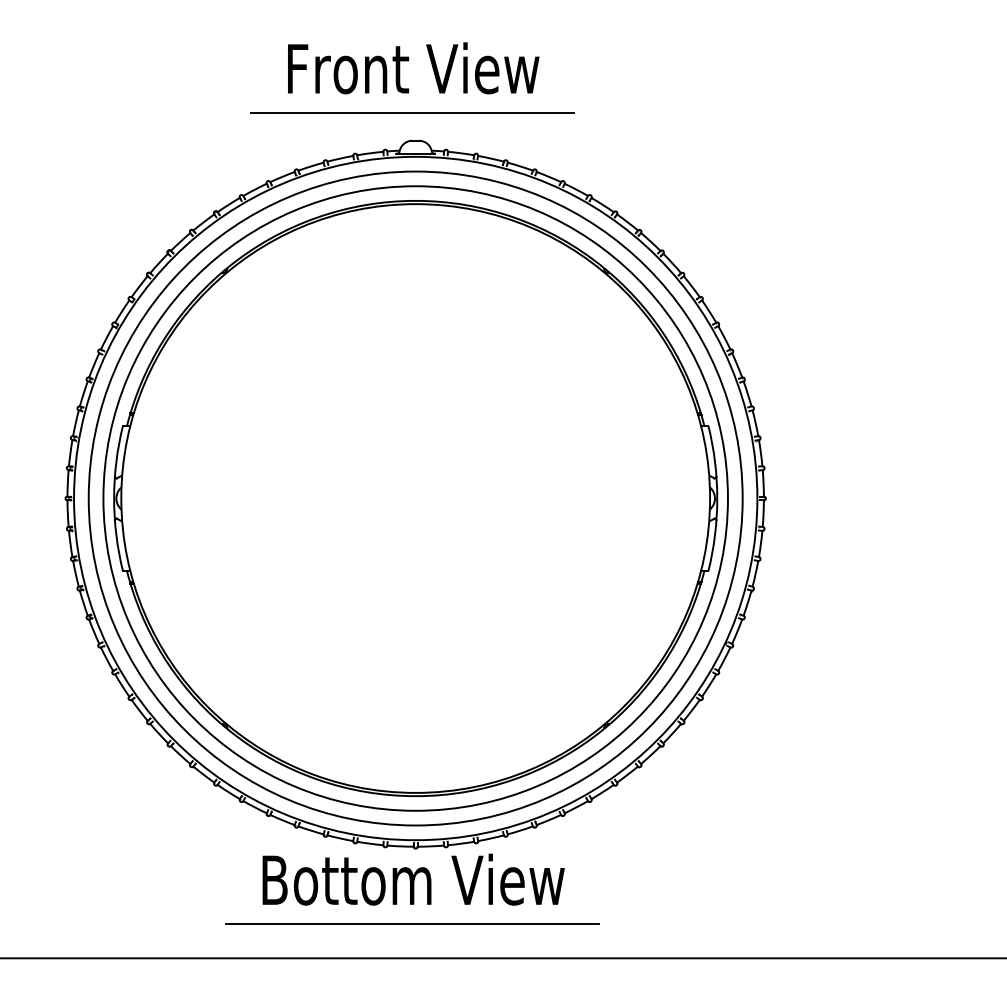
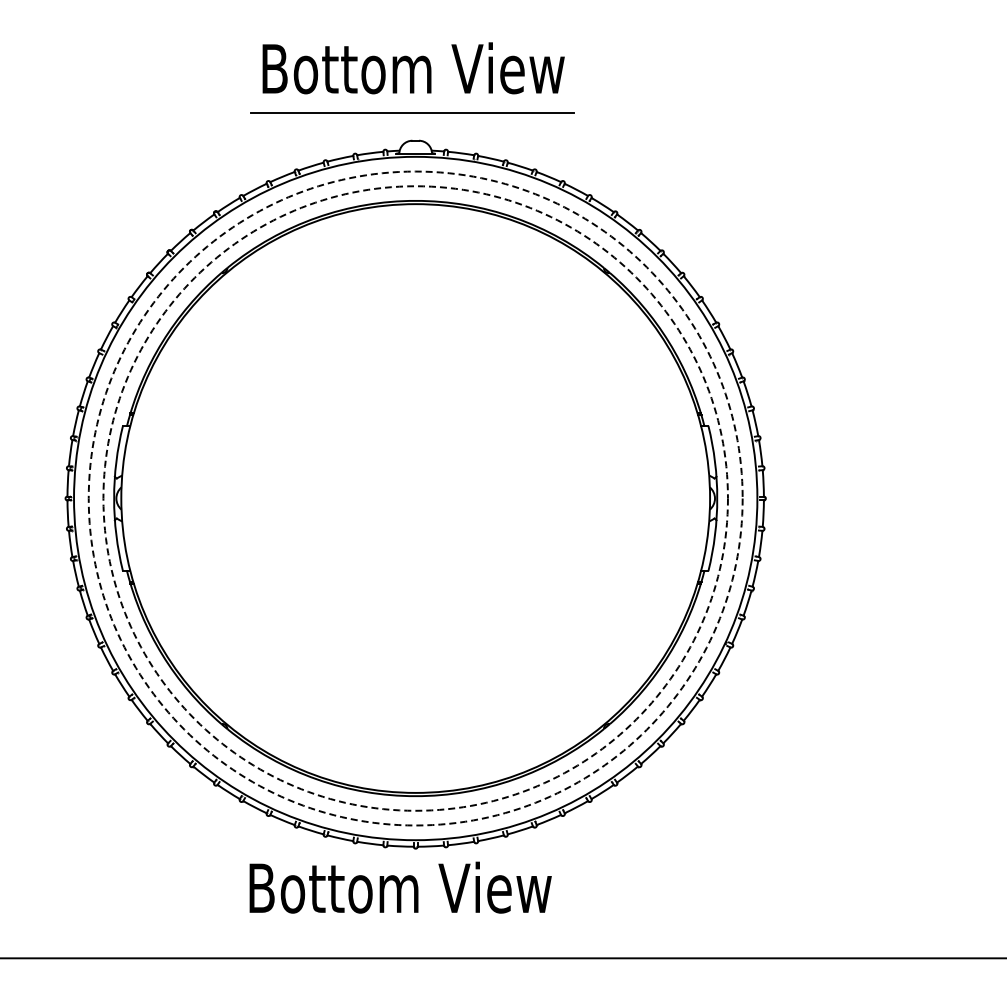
text at (413, 68): Front View -> Bottom View
circle at (415, 498): solid -> dashed
circle at (415, 498): solid -> dashed
text at (413, 879) position: (413, 879) -> (400, 887)
line at (411, 924): present -> none
